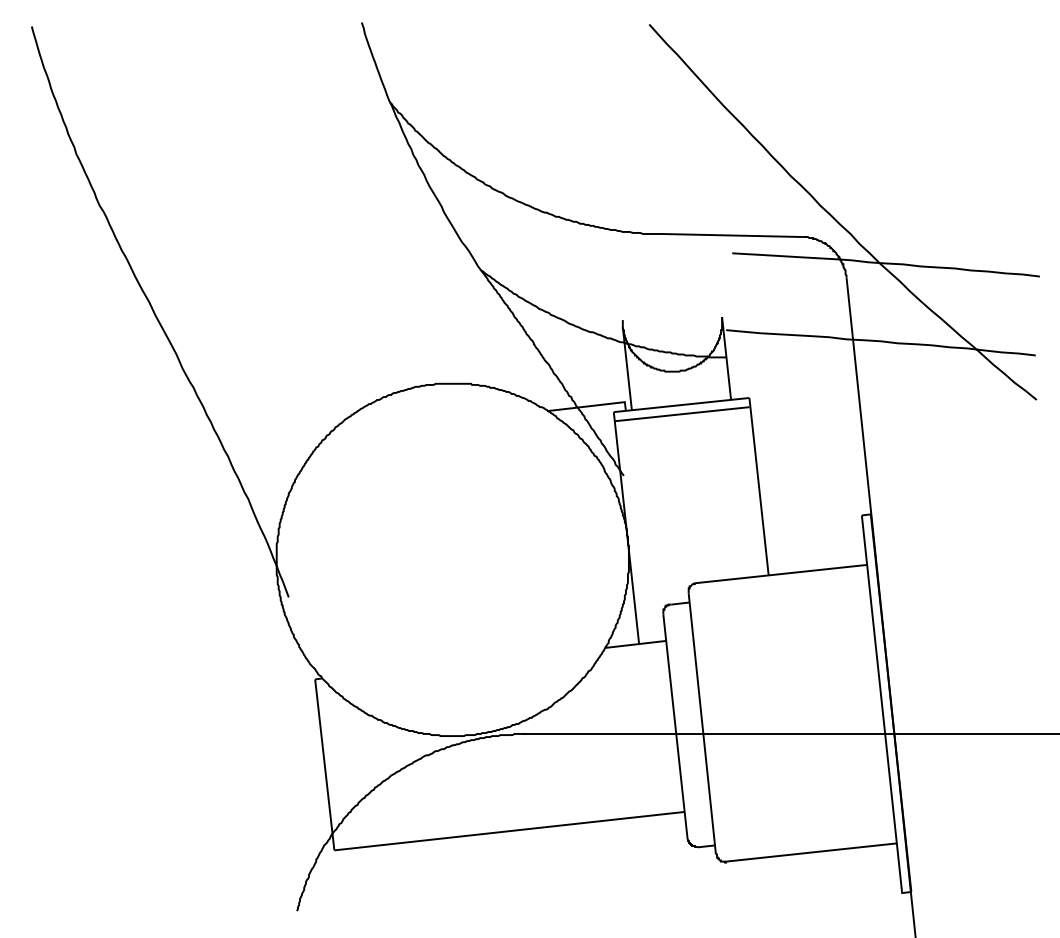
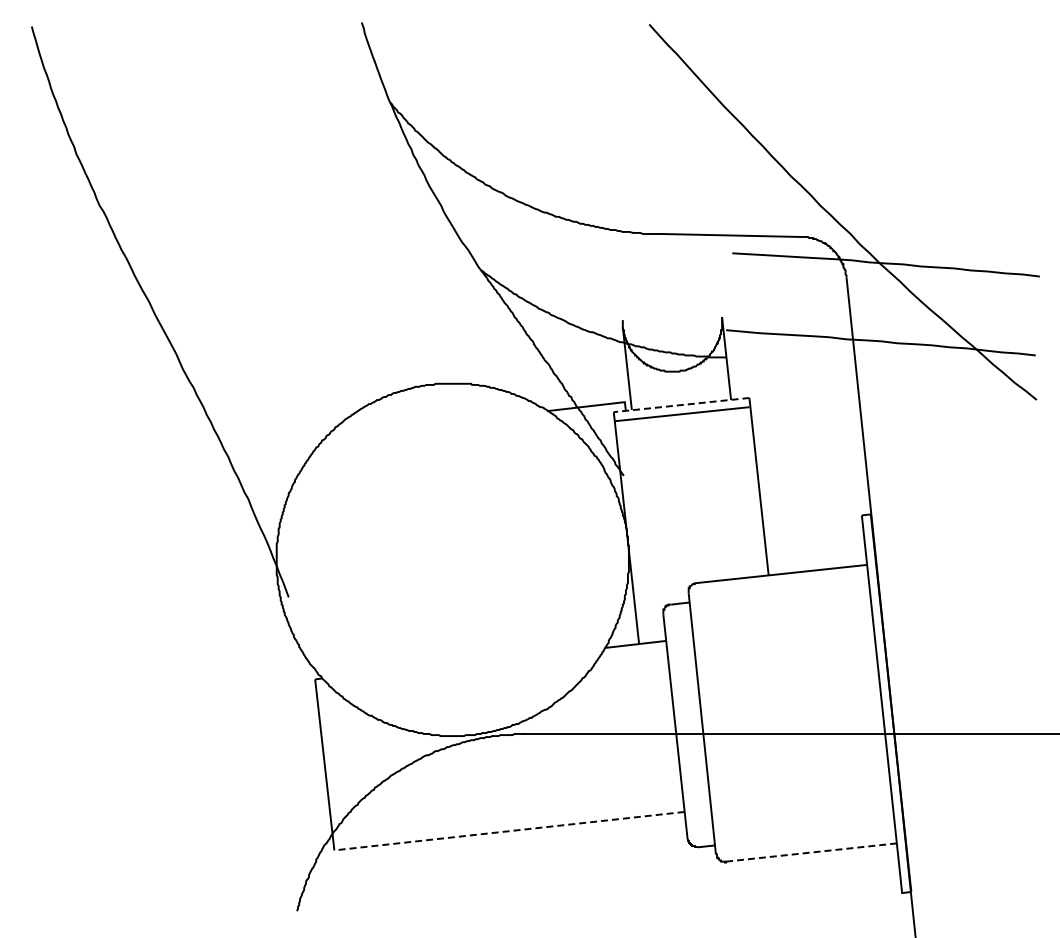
line at (681, 405): solid -> dashed
line at (508, 831): solid -> dashed
line at (811, 852): solid -> dashed
